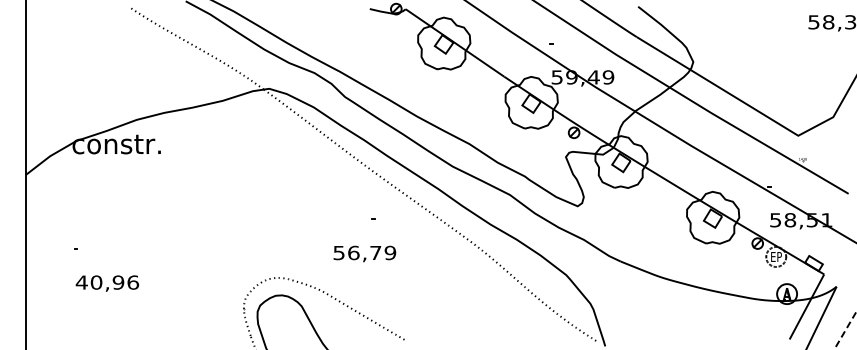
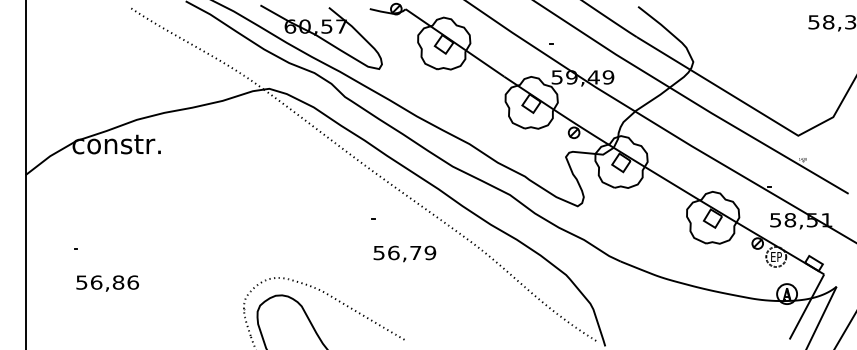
part at (321, 36): none -> present
text at (364, 253) position: (364, 253) -> (404, 253)
text at (99, 282): 40,96 -> 56,86
line at (845, 329): dashed -> solid
